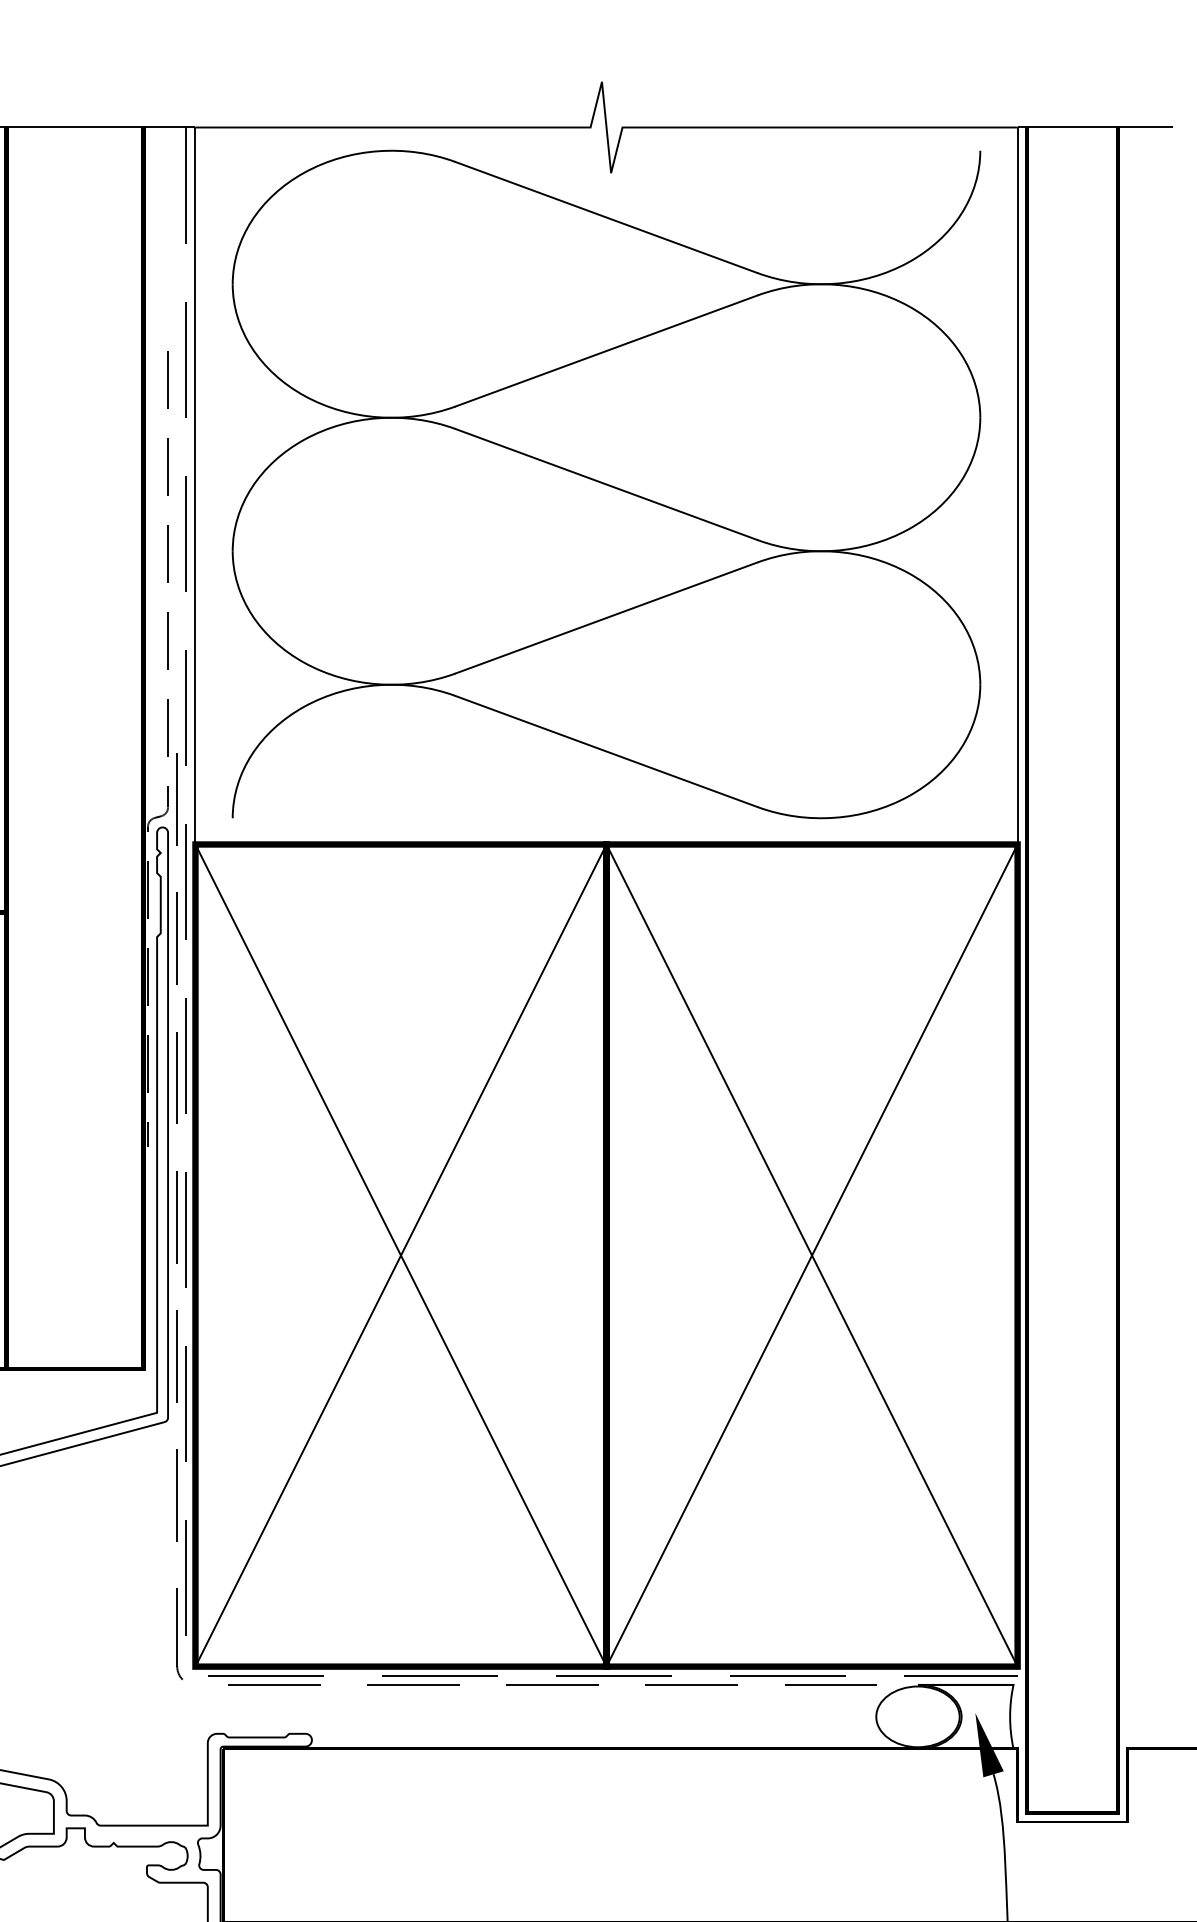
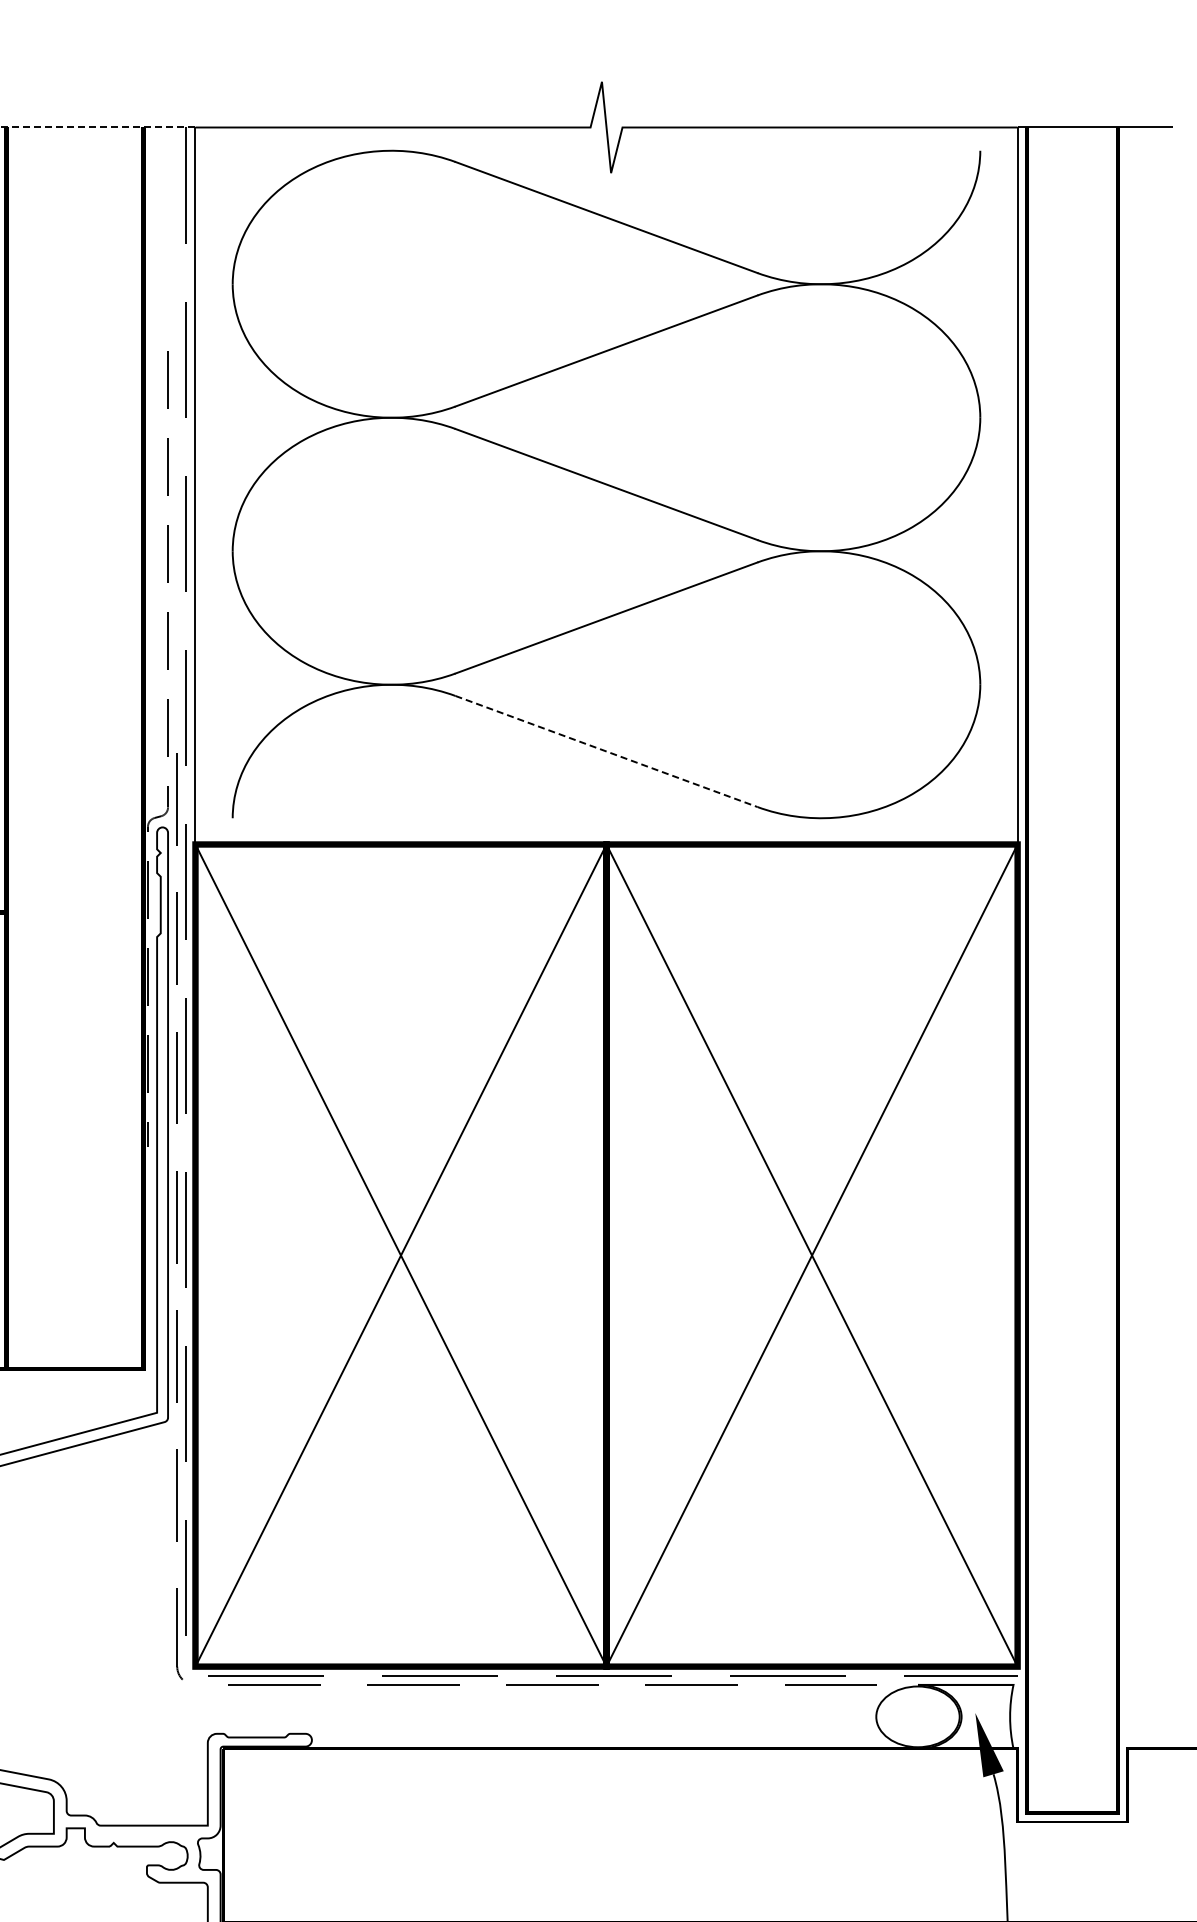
line at (97, 127): solid -> dashed
line at (606, 751): solid -> dashed
